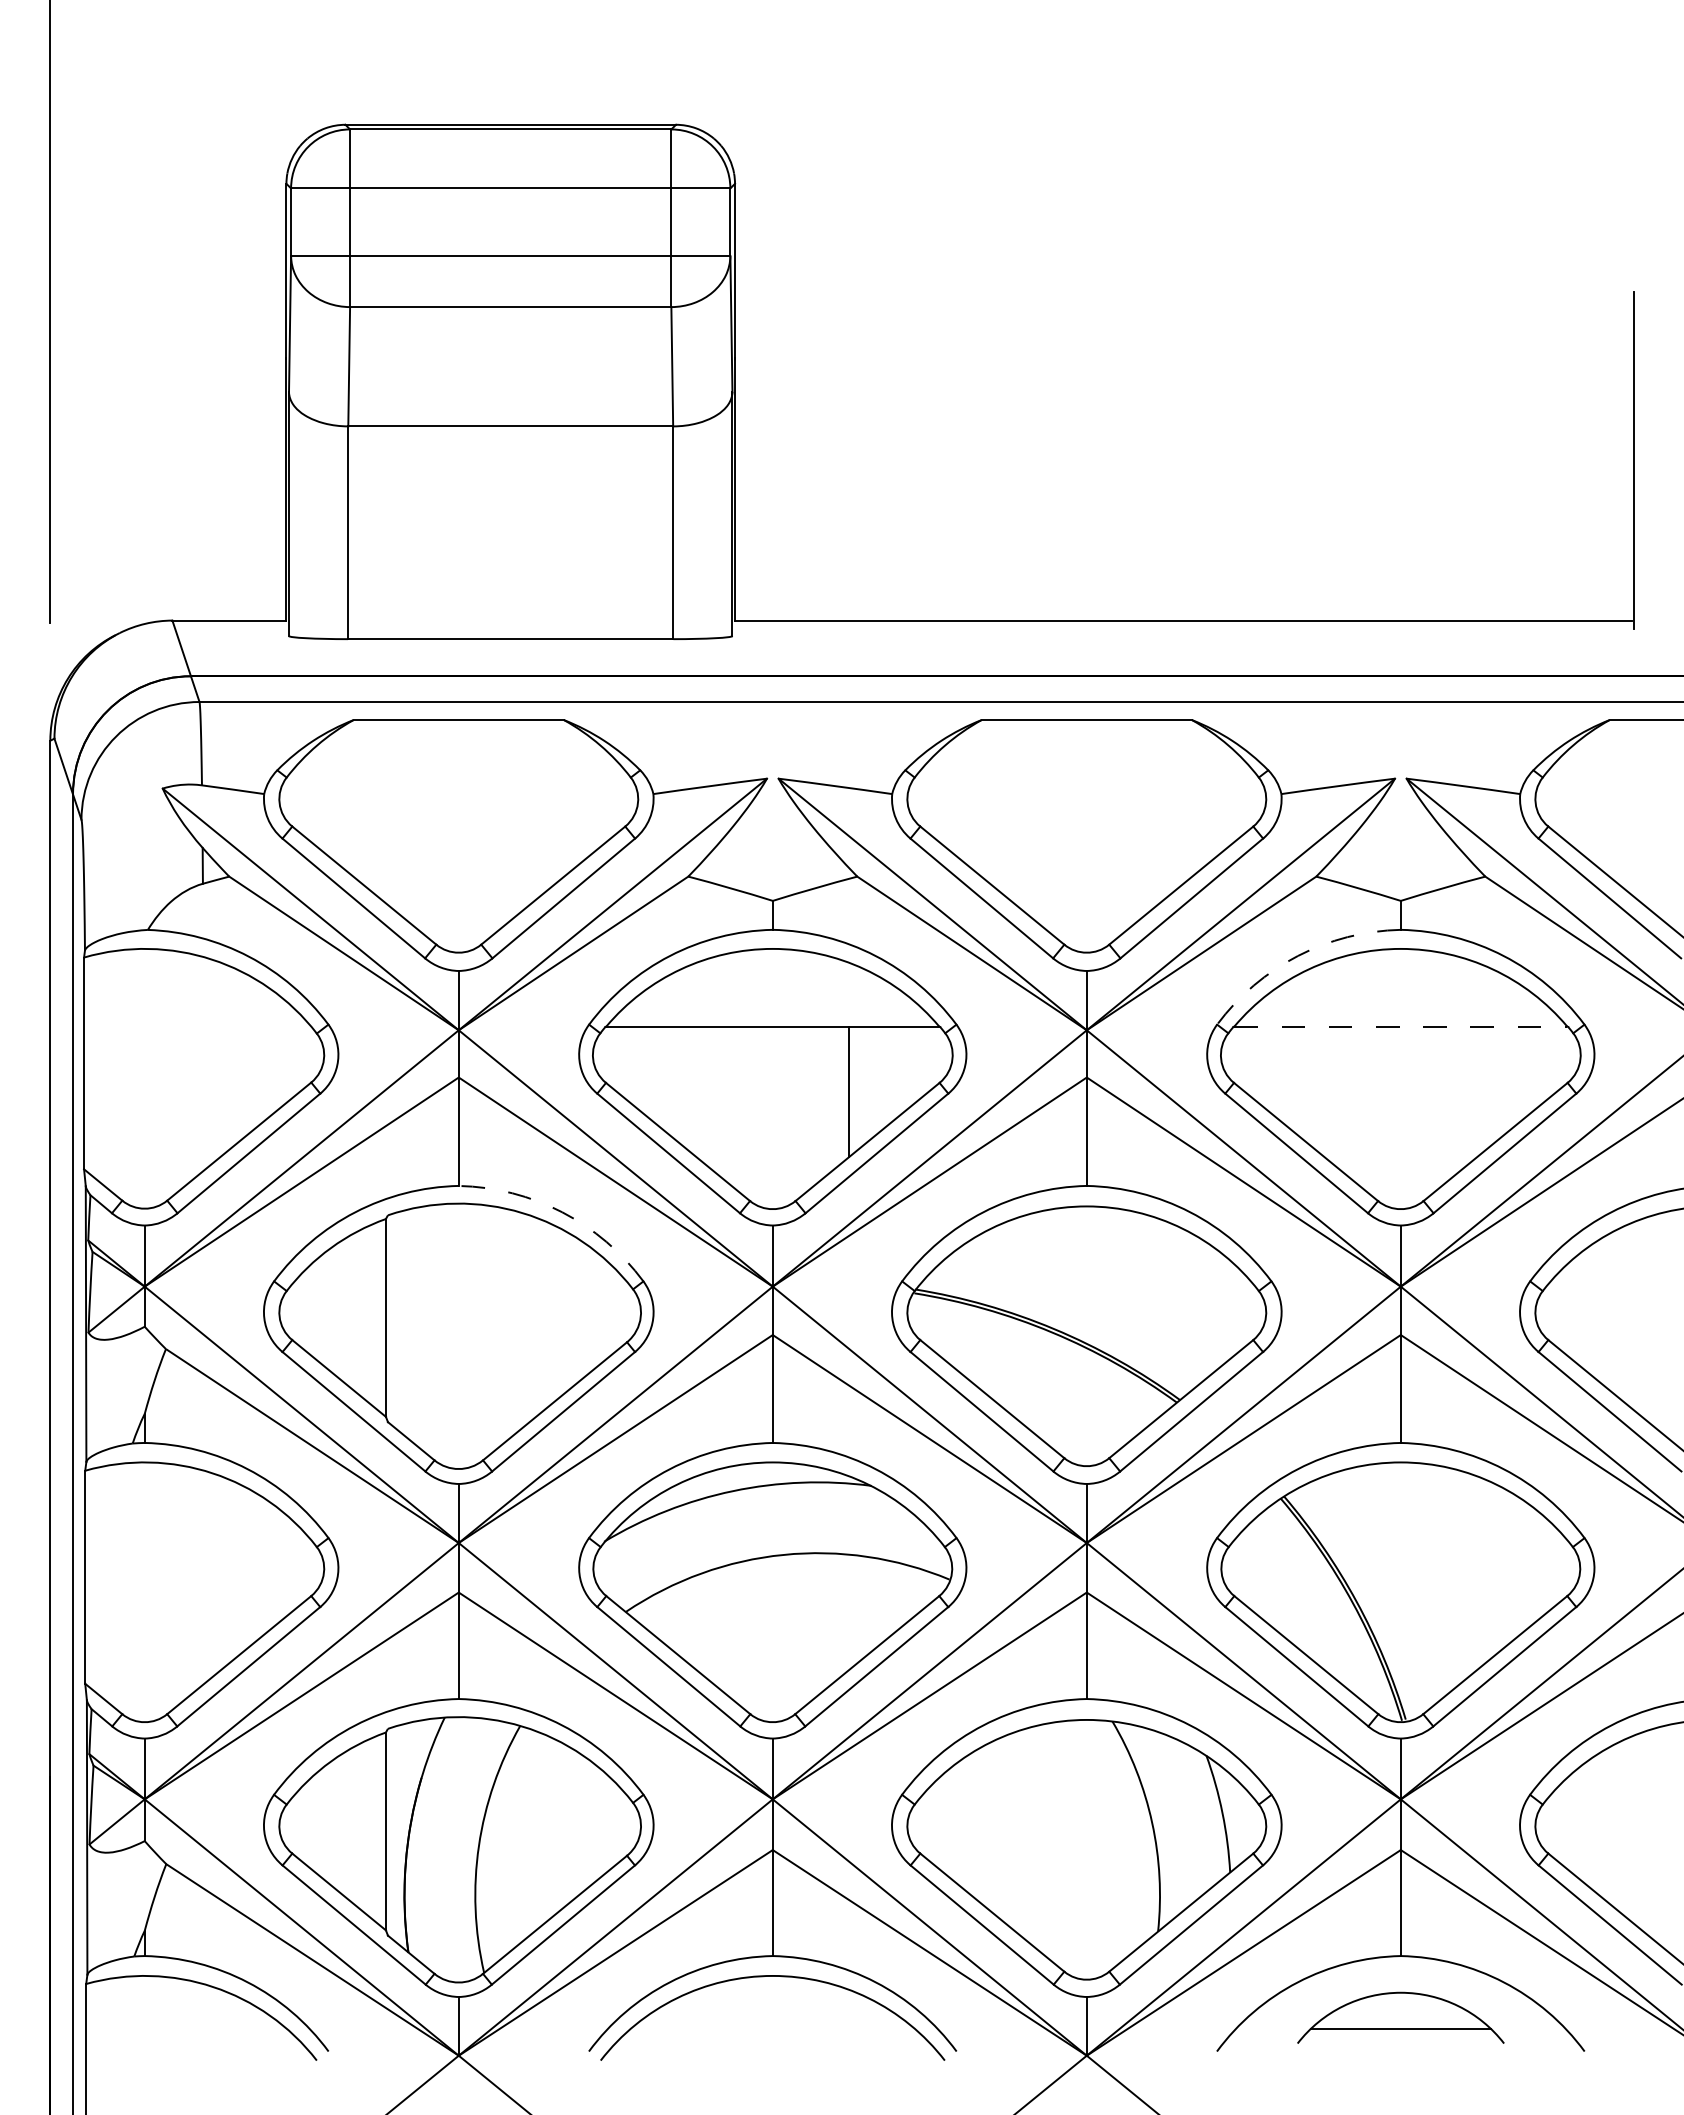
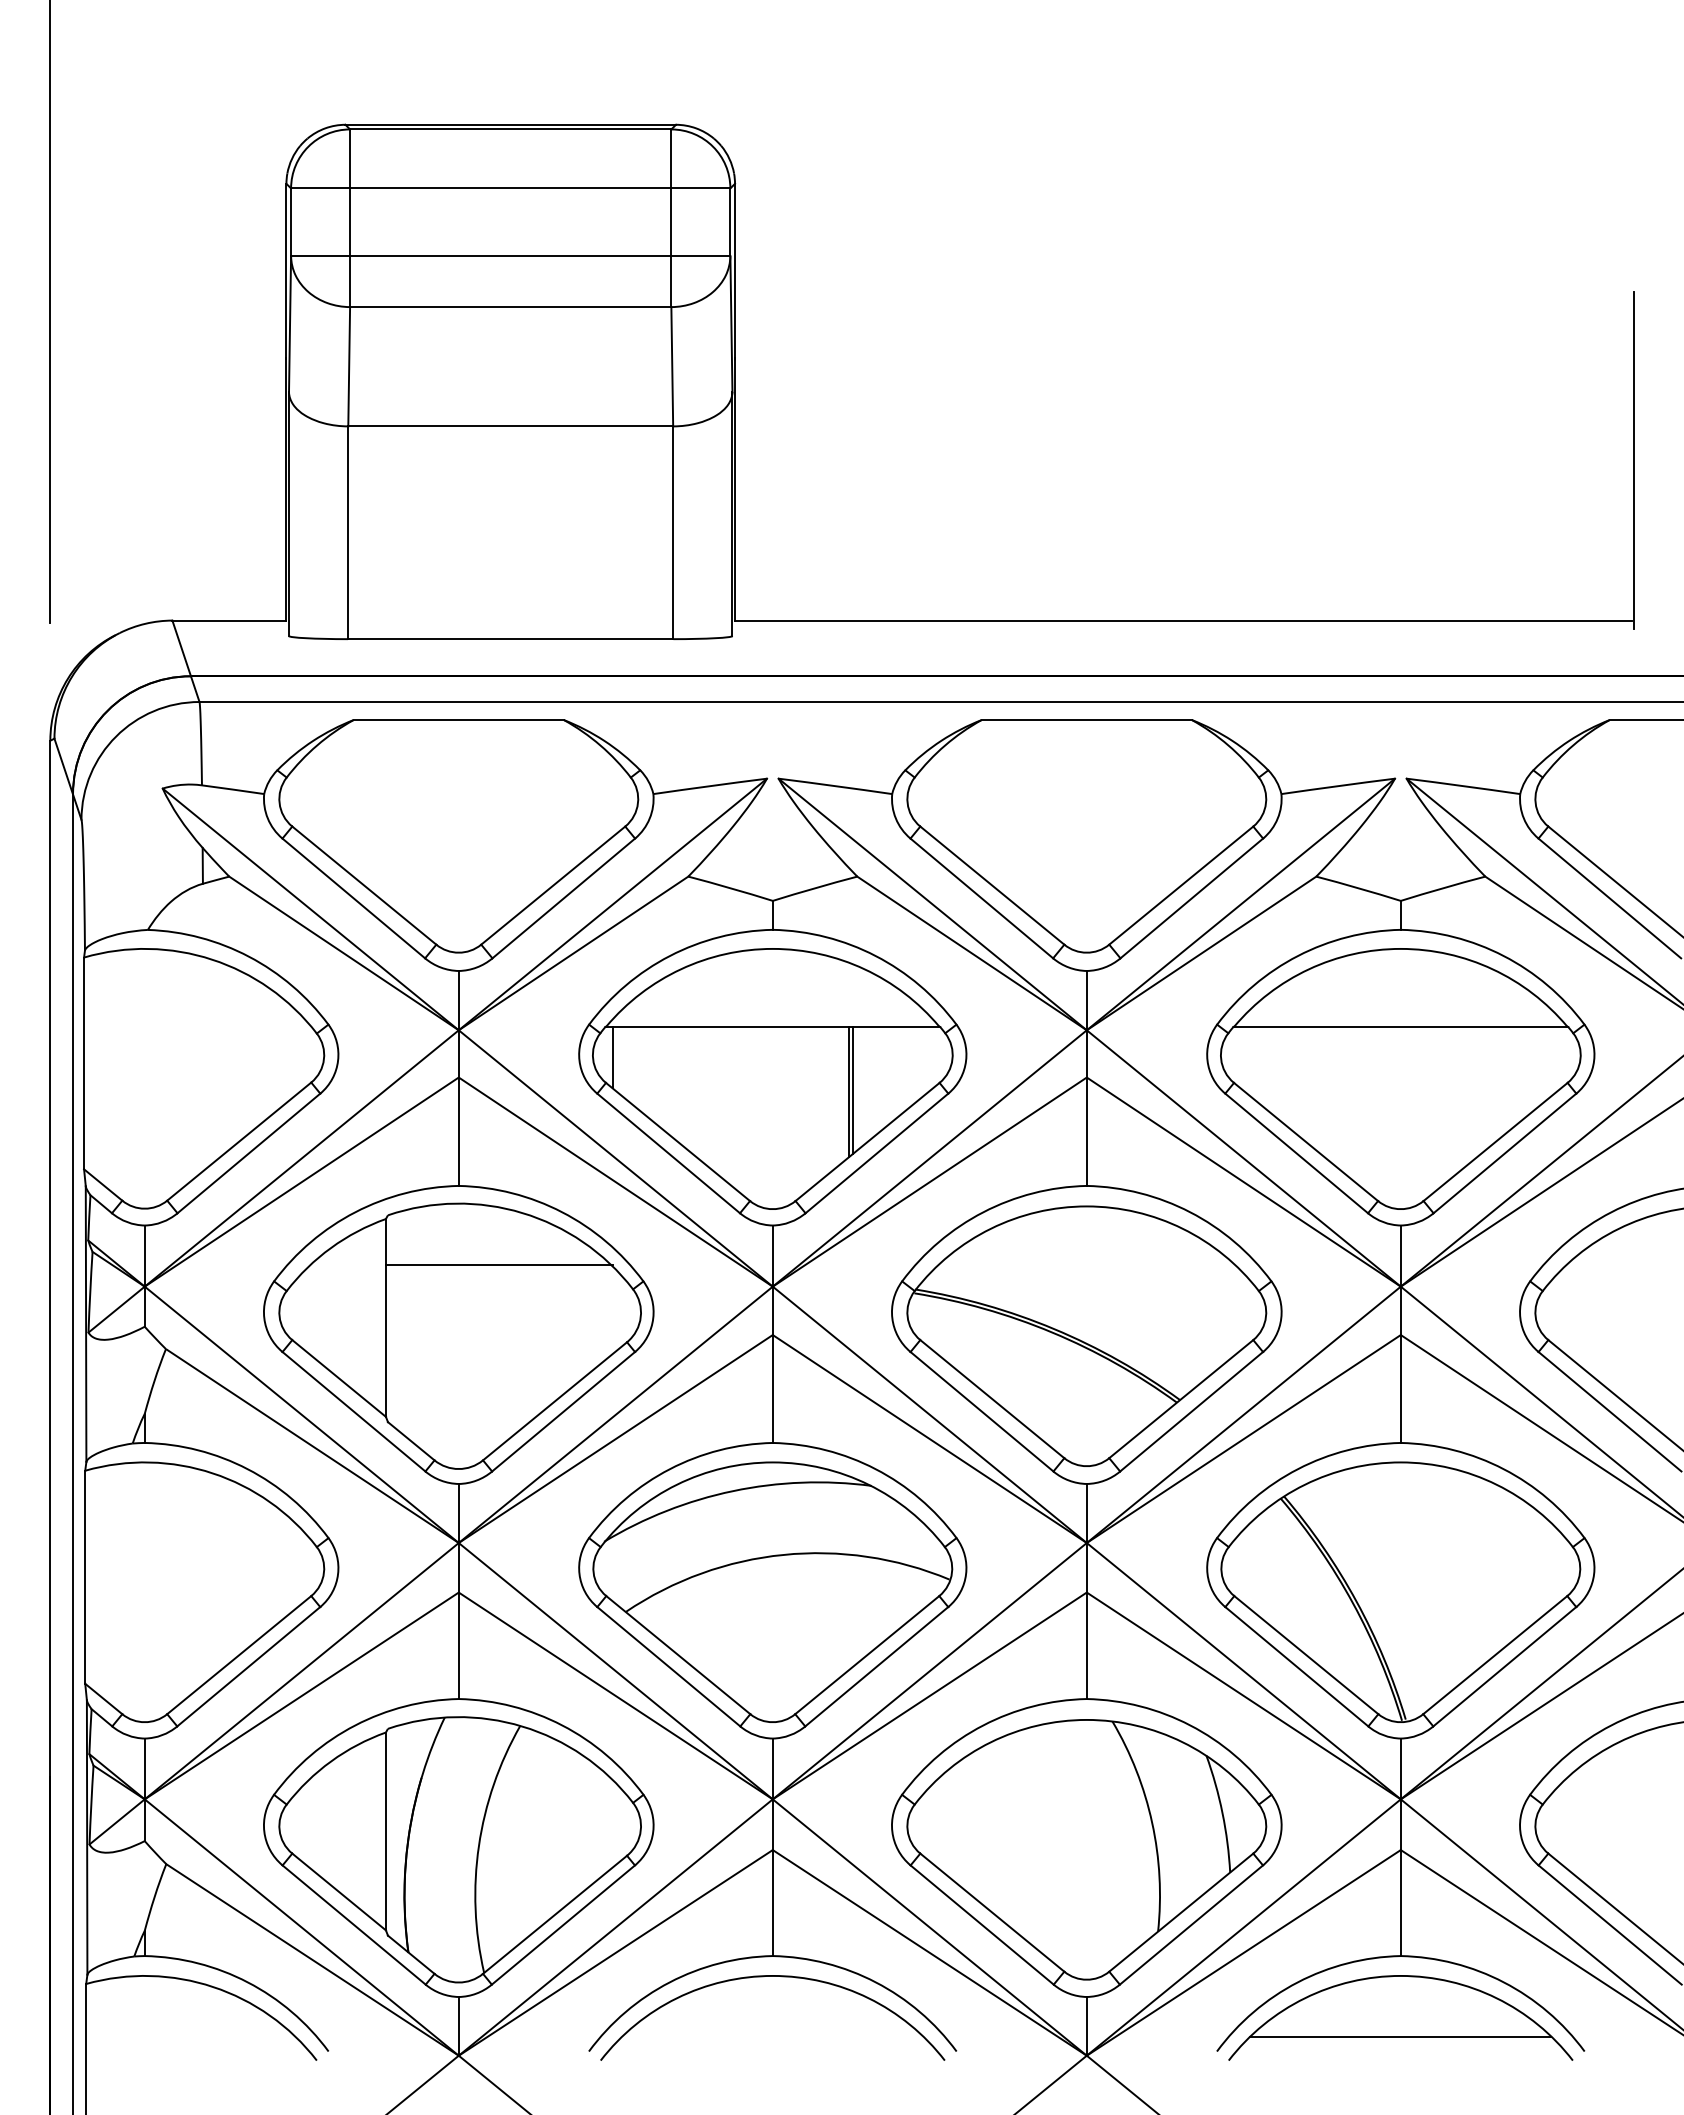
arc at (1298, 955): dashed -> solid
line at (1401, 1026): dashed -> solid
line at (612, 1057): none -> present
line at (853, 1089): none -> present
arc at (562, 1212): dashed -> solid
line at (498, 1265): none -> present
part at (1400, 2017) size: 208x53 px -> 346x86 px
